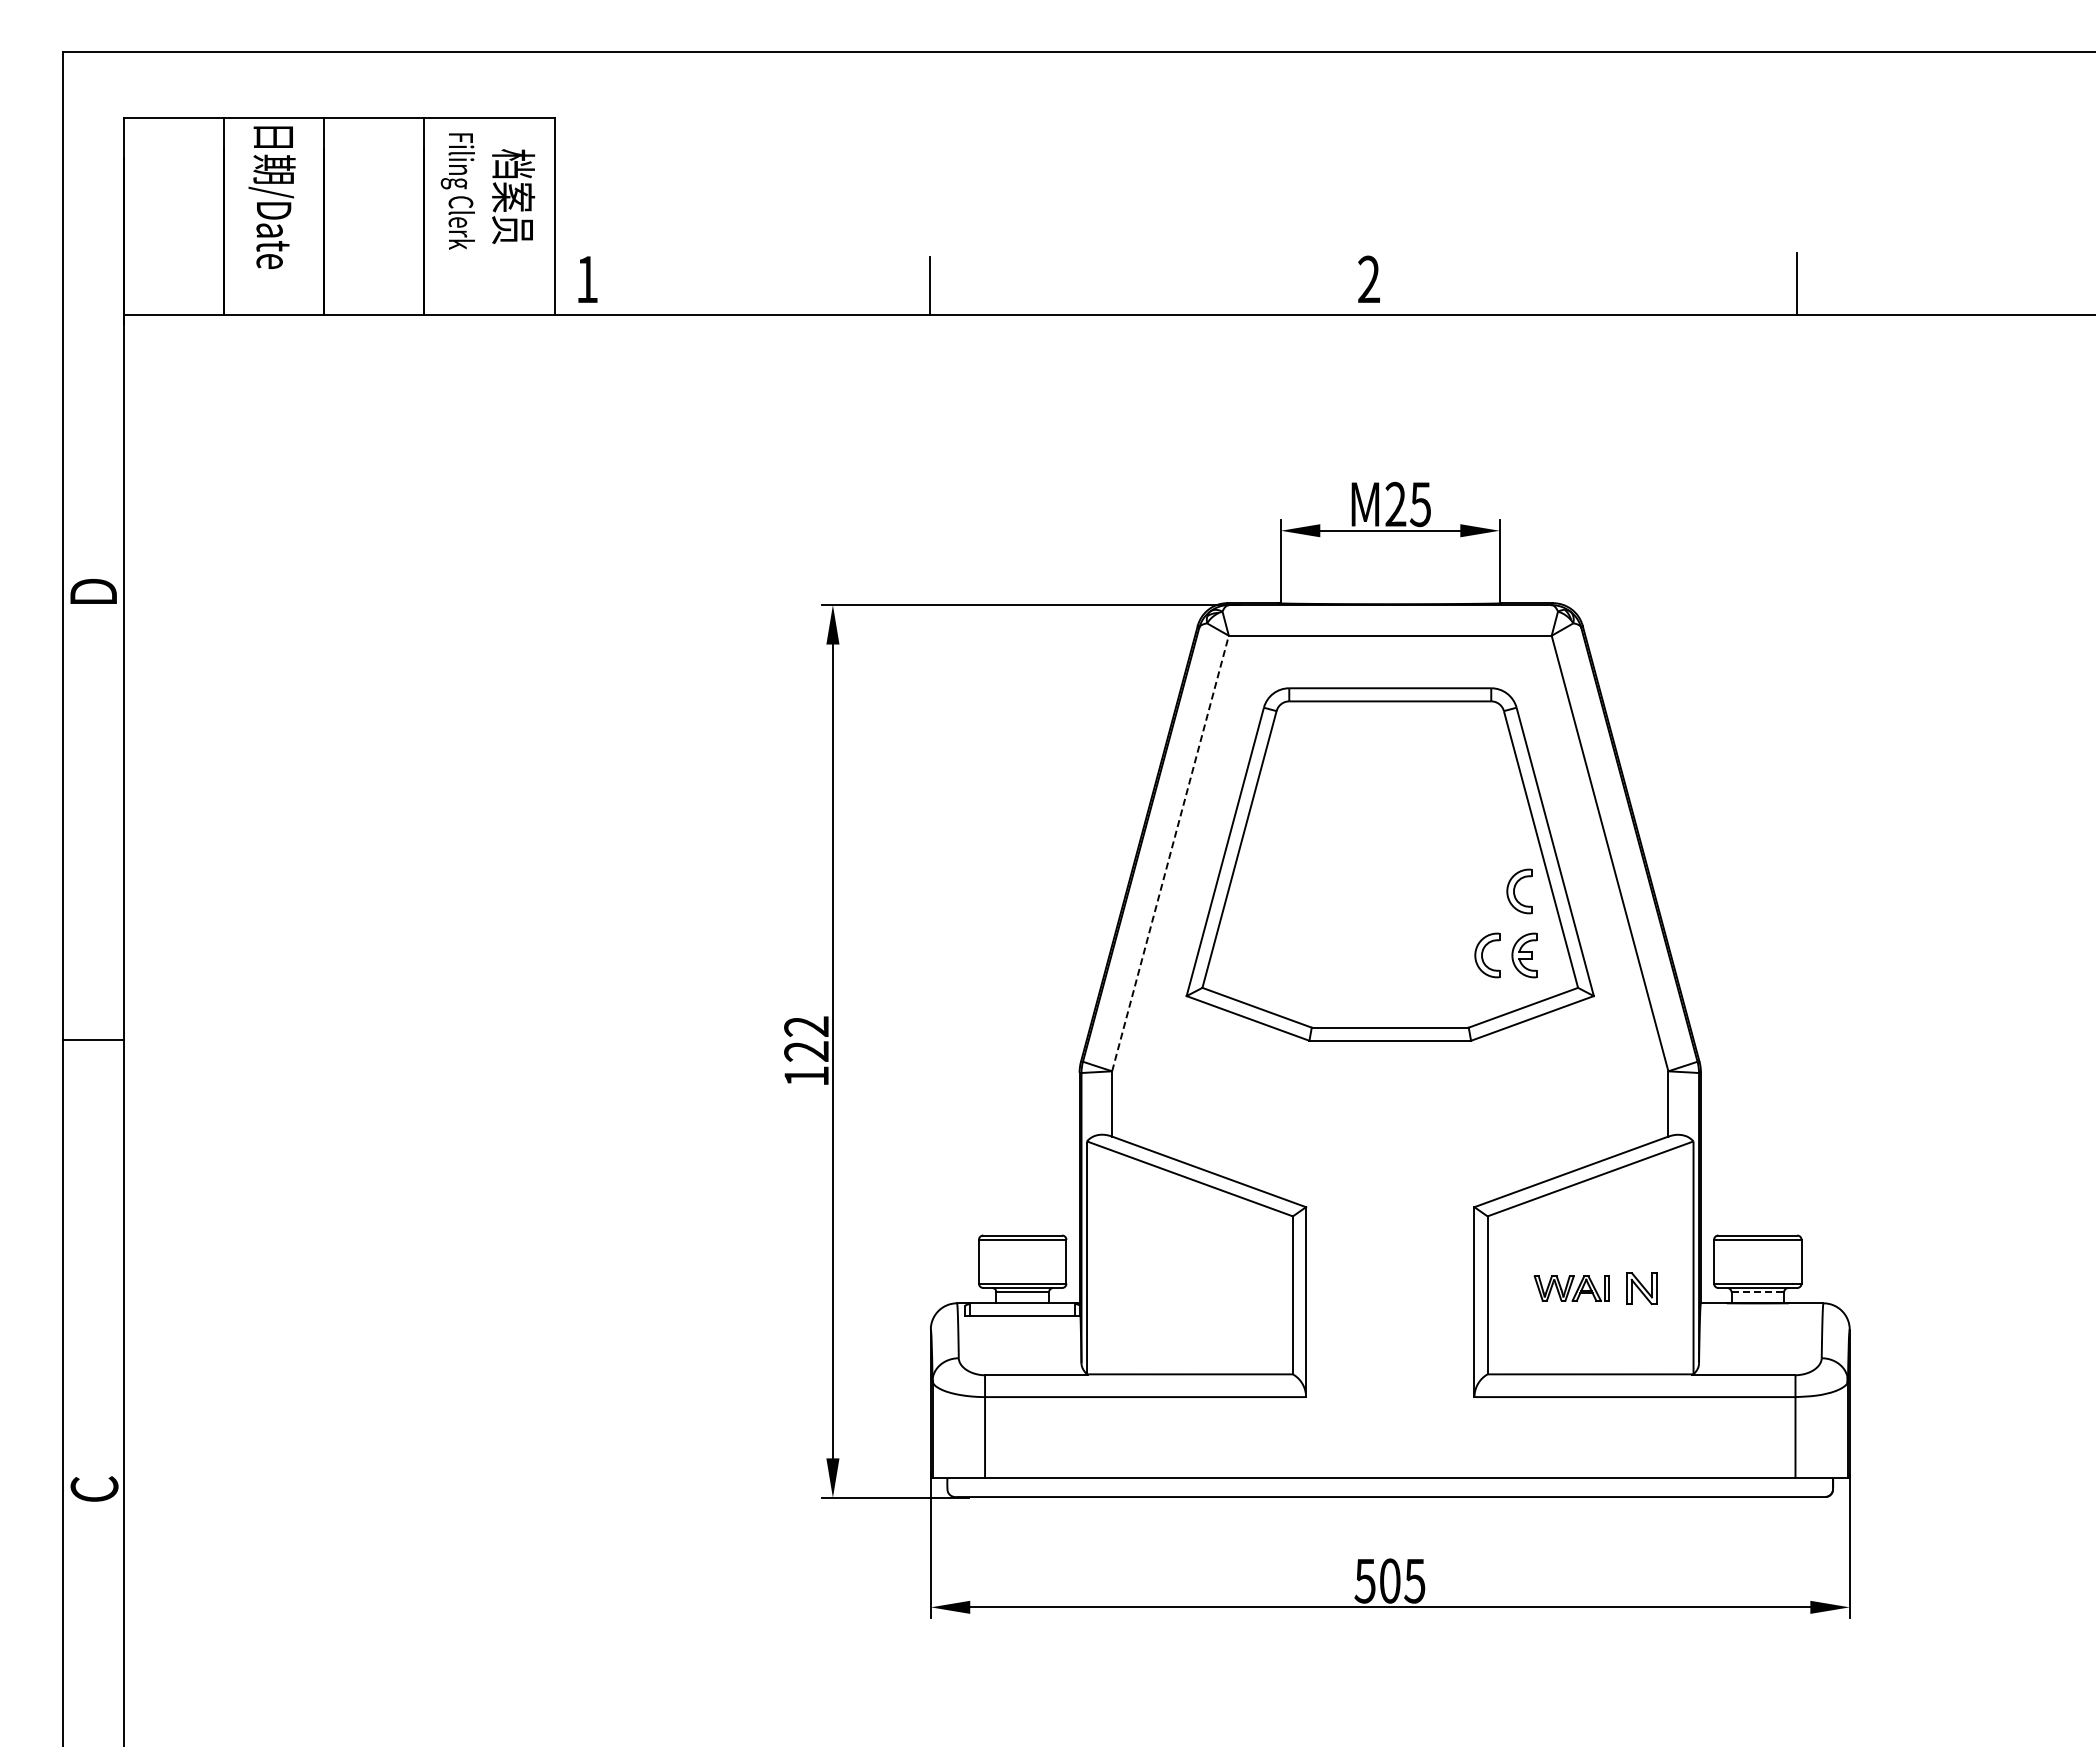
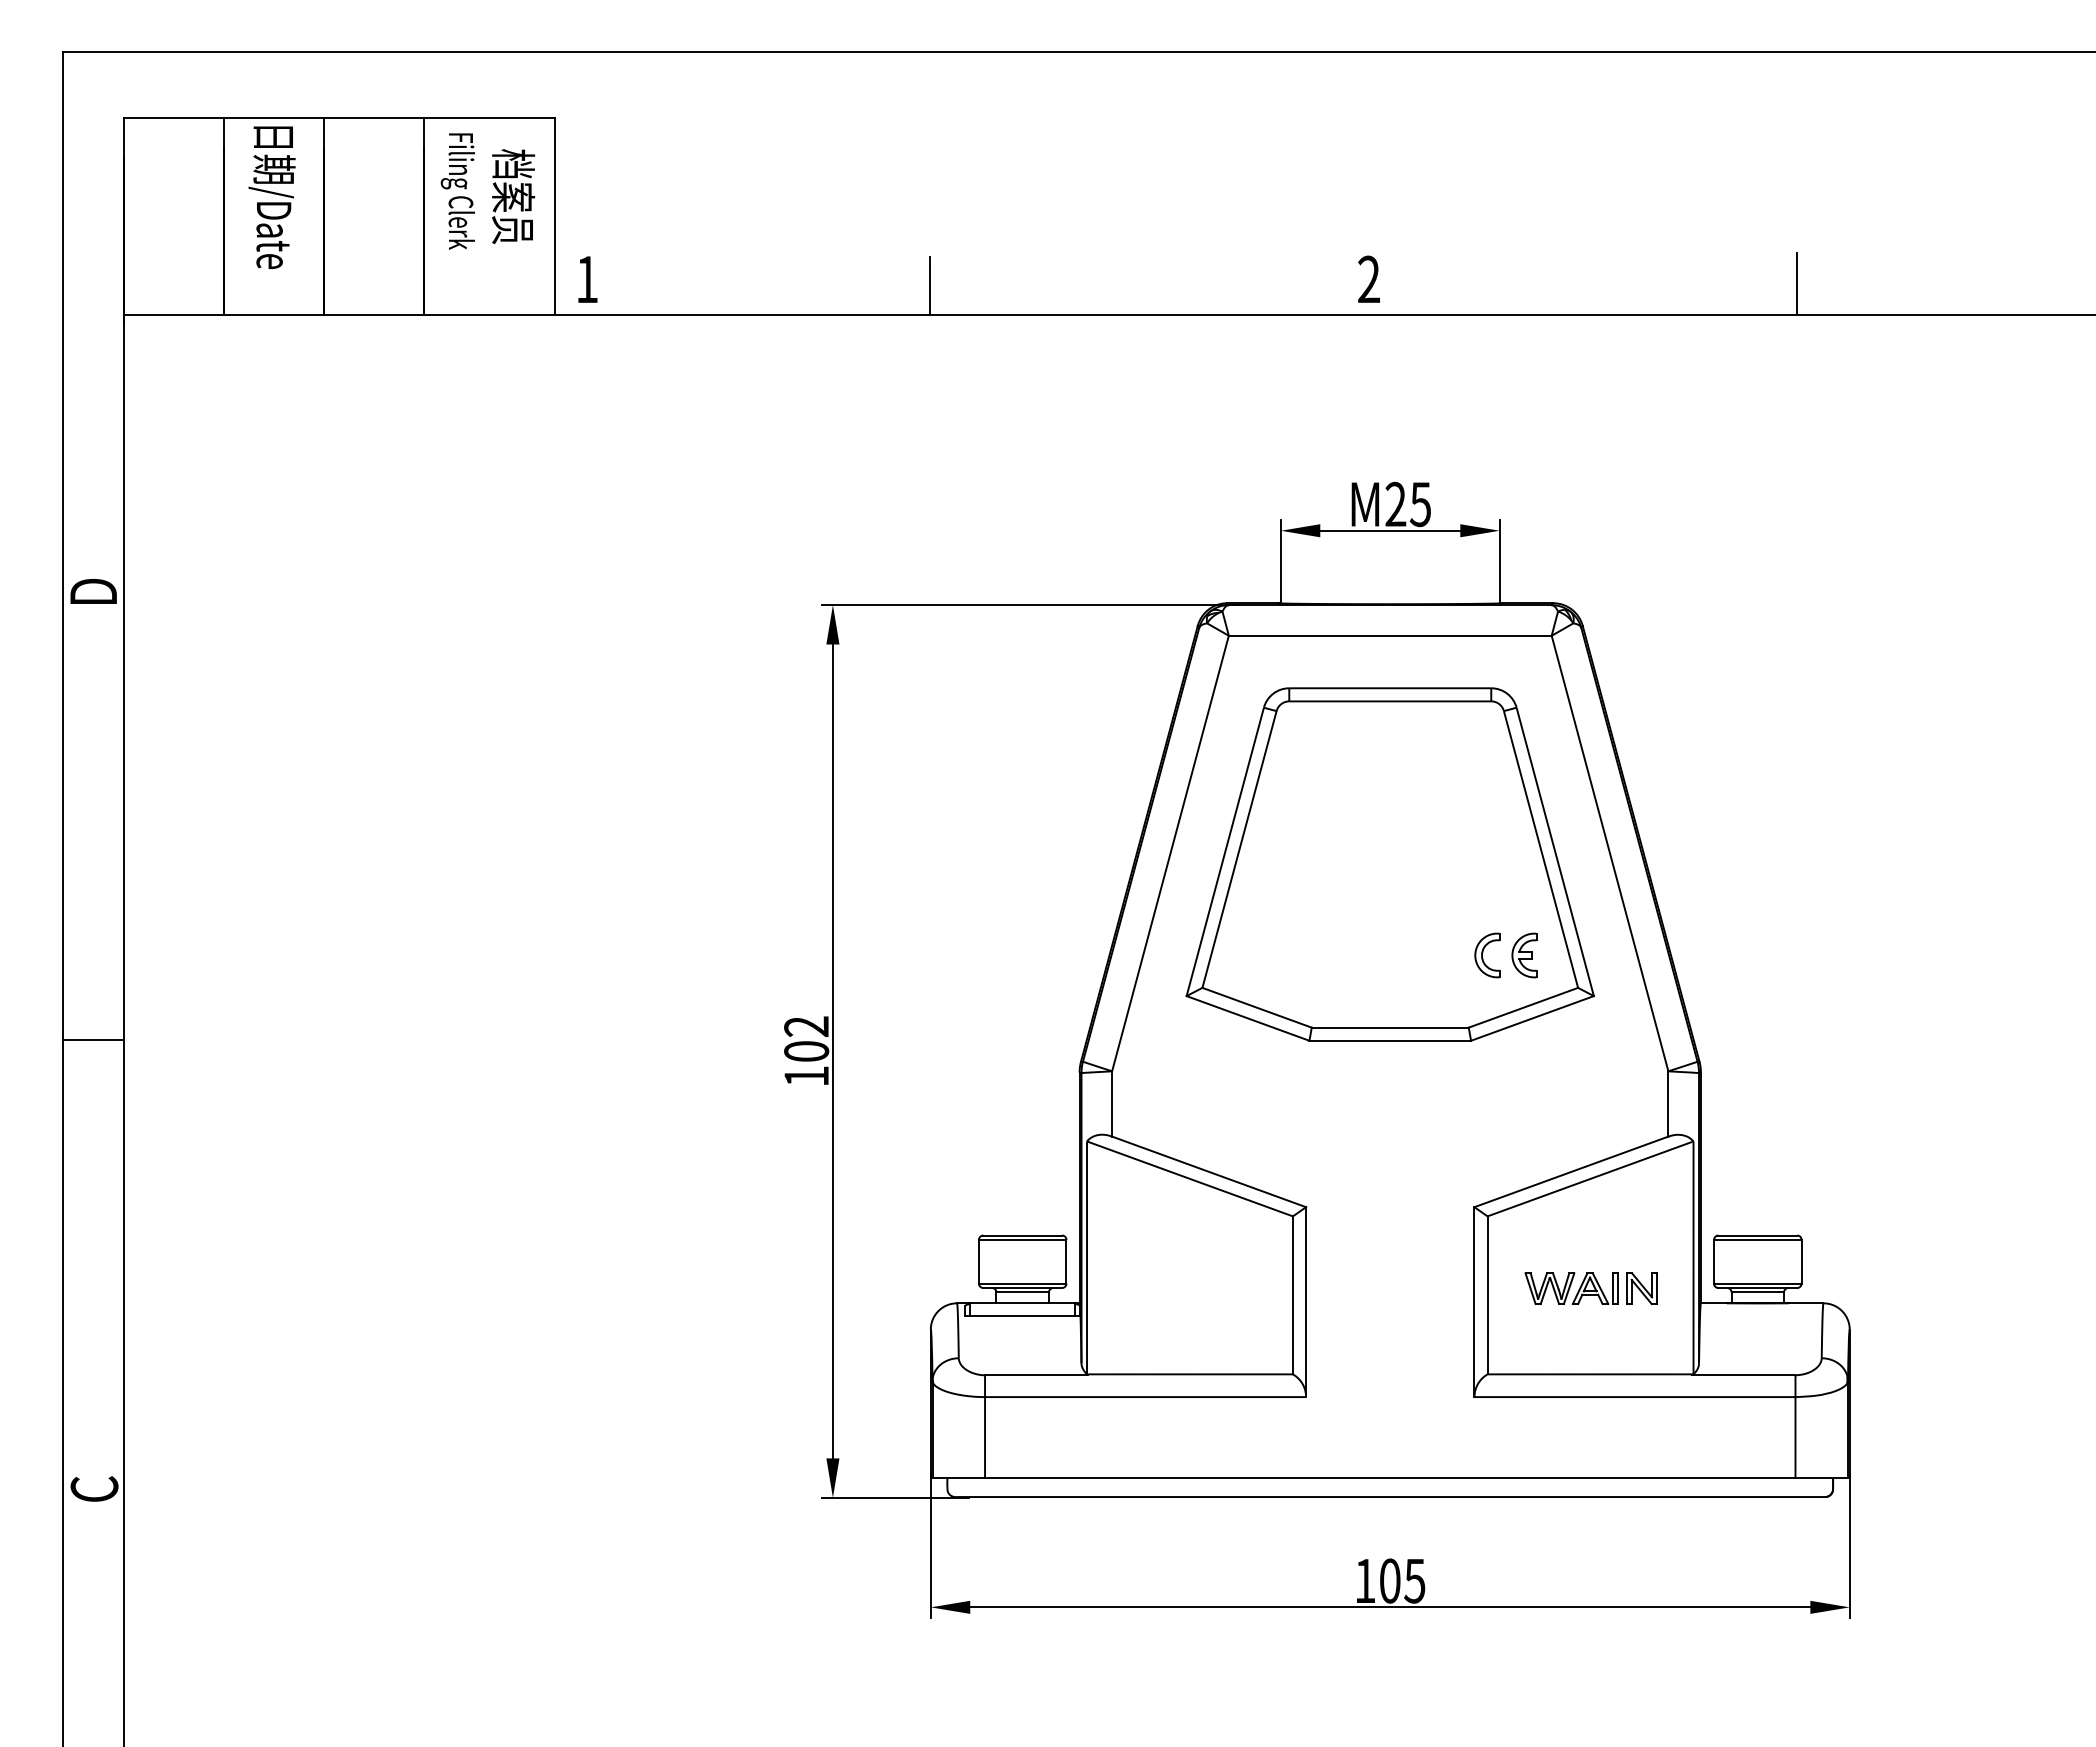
line at (1170, 853): dashed -> solid
part at (1519, 891): present -> none
text at (806, 1051): 122 -> 102
part at (1571, 1288) size: 77x27 px -> 95x33 px
line at (1755, 1292): dashed -> solid
text at (1364, 1581): 505 -> 105
